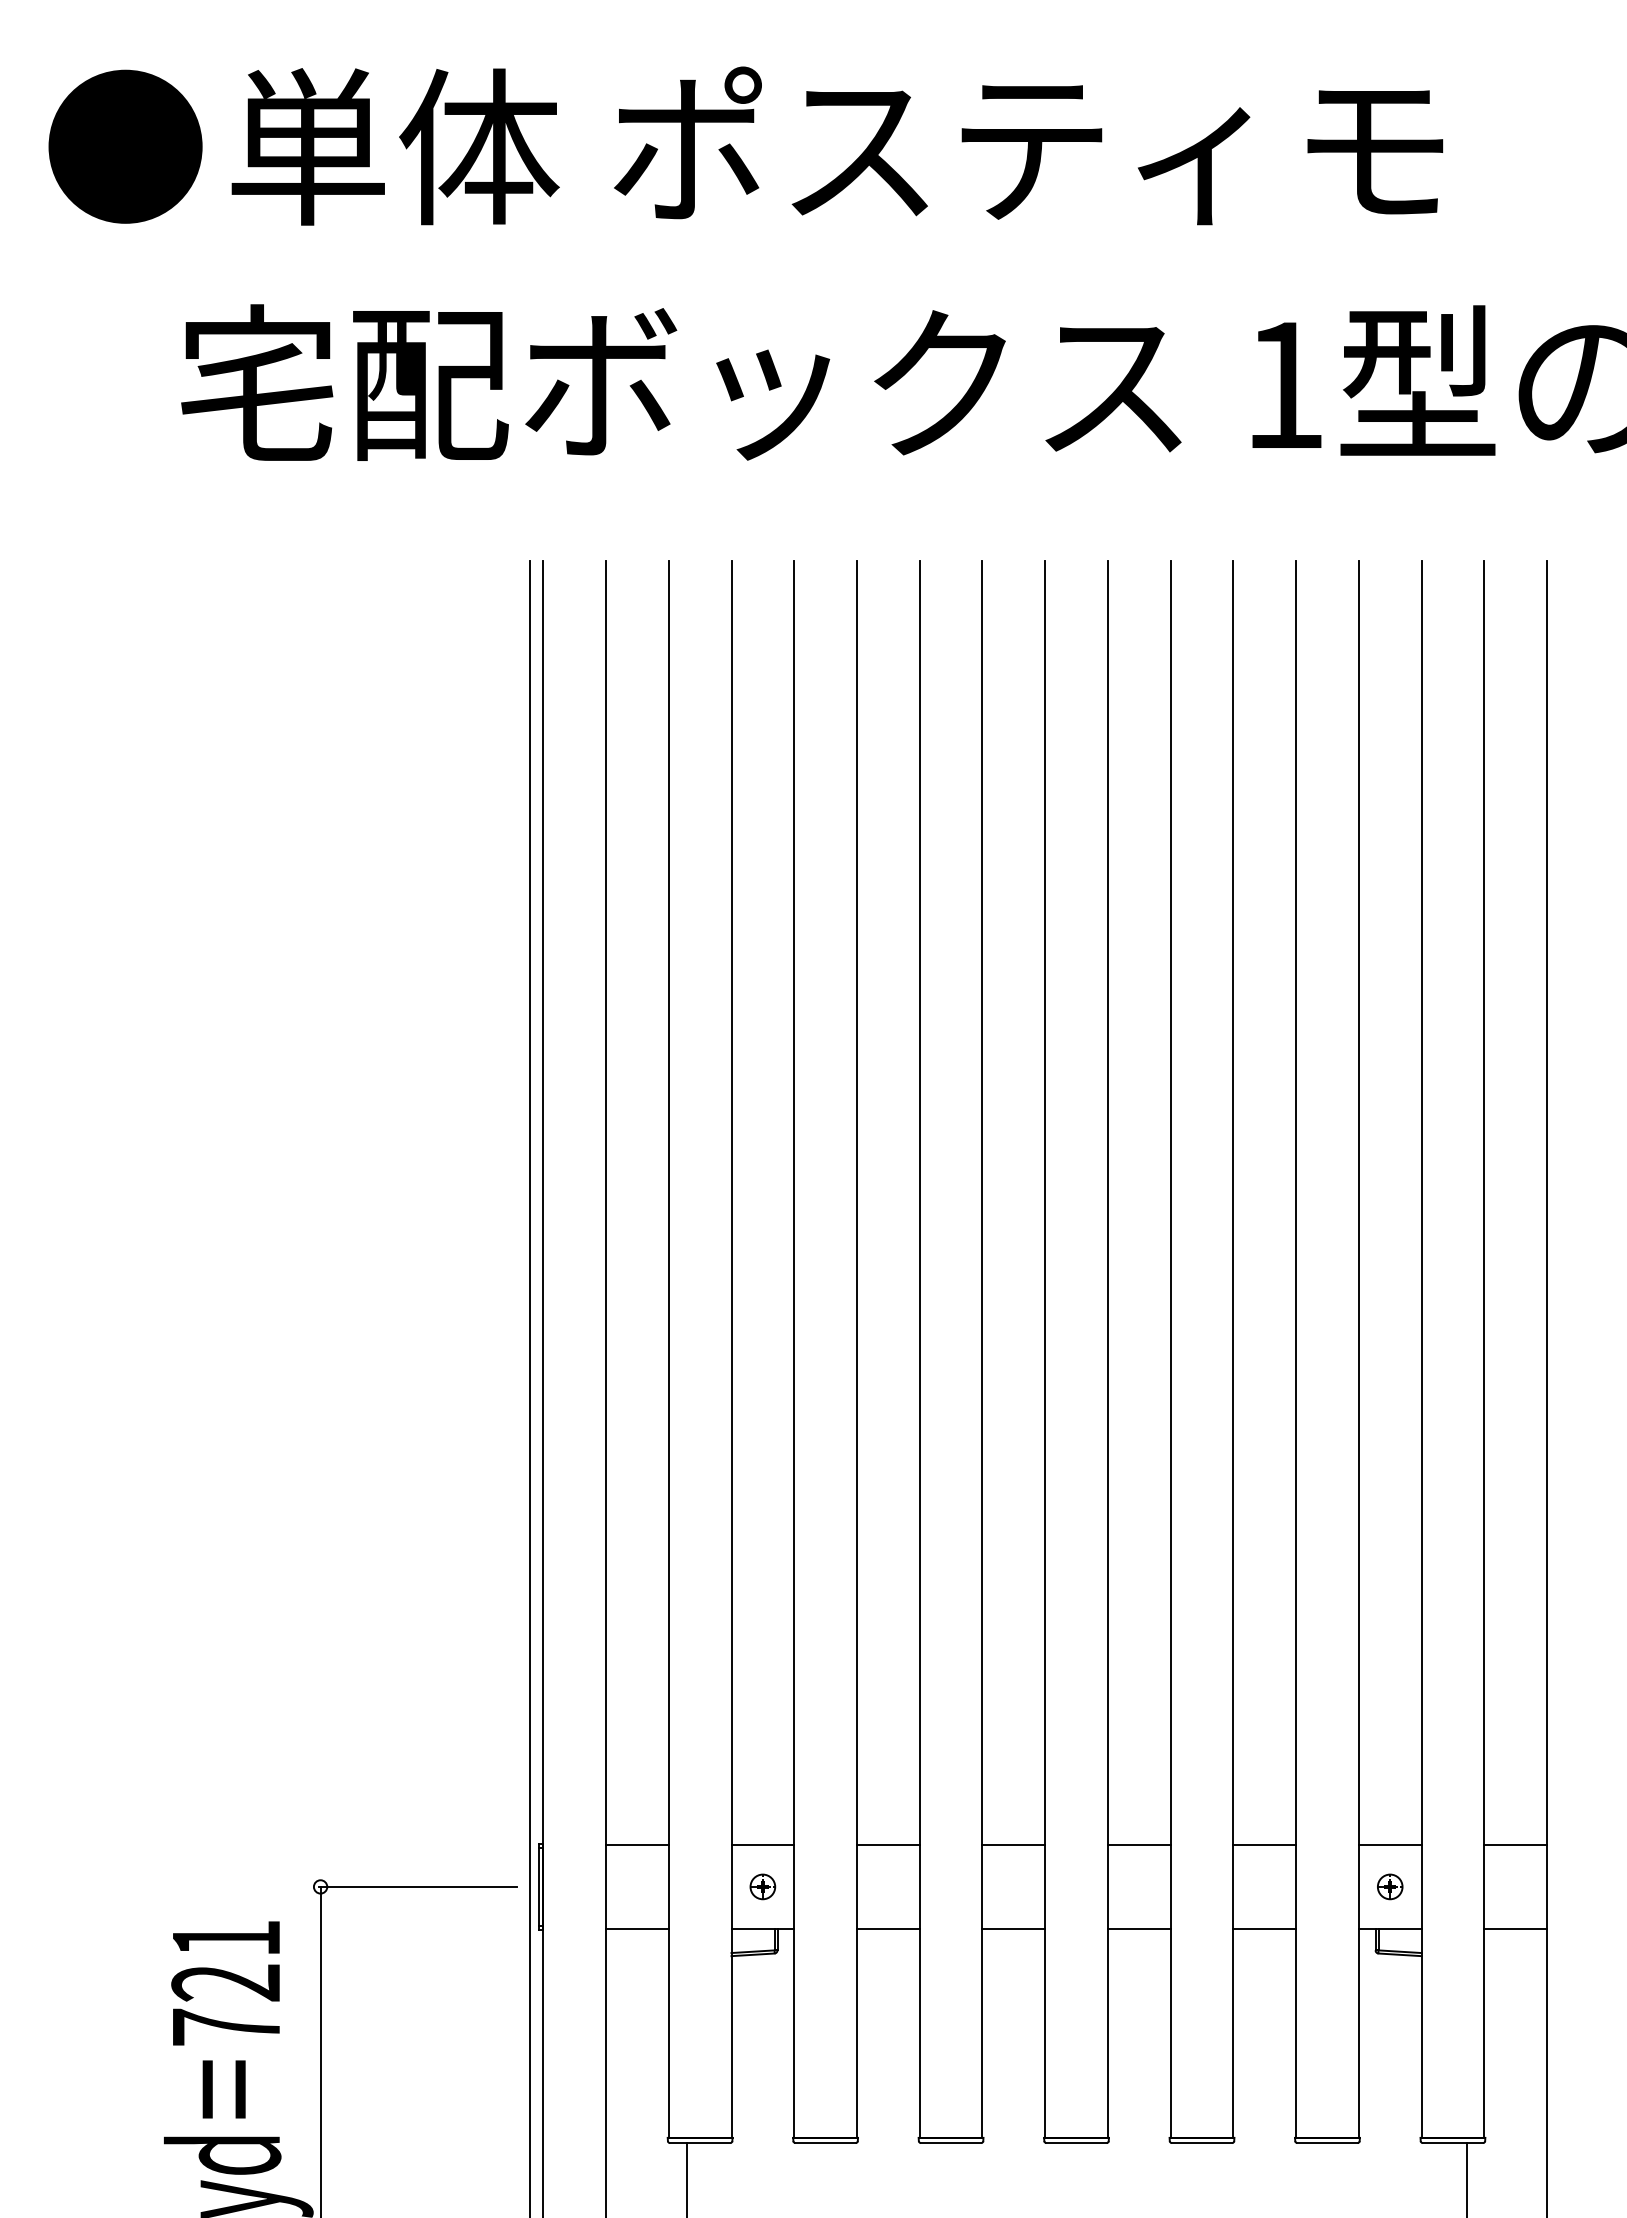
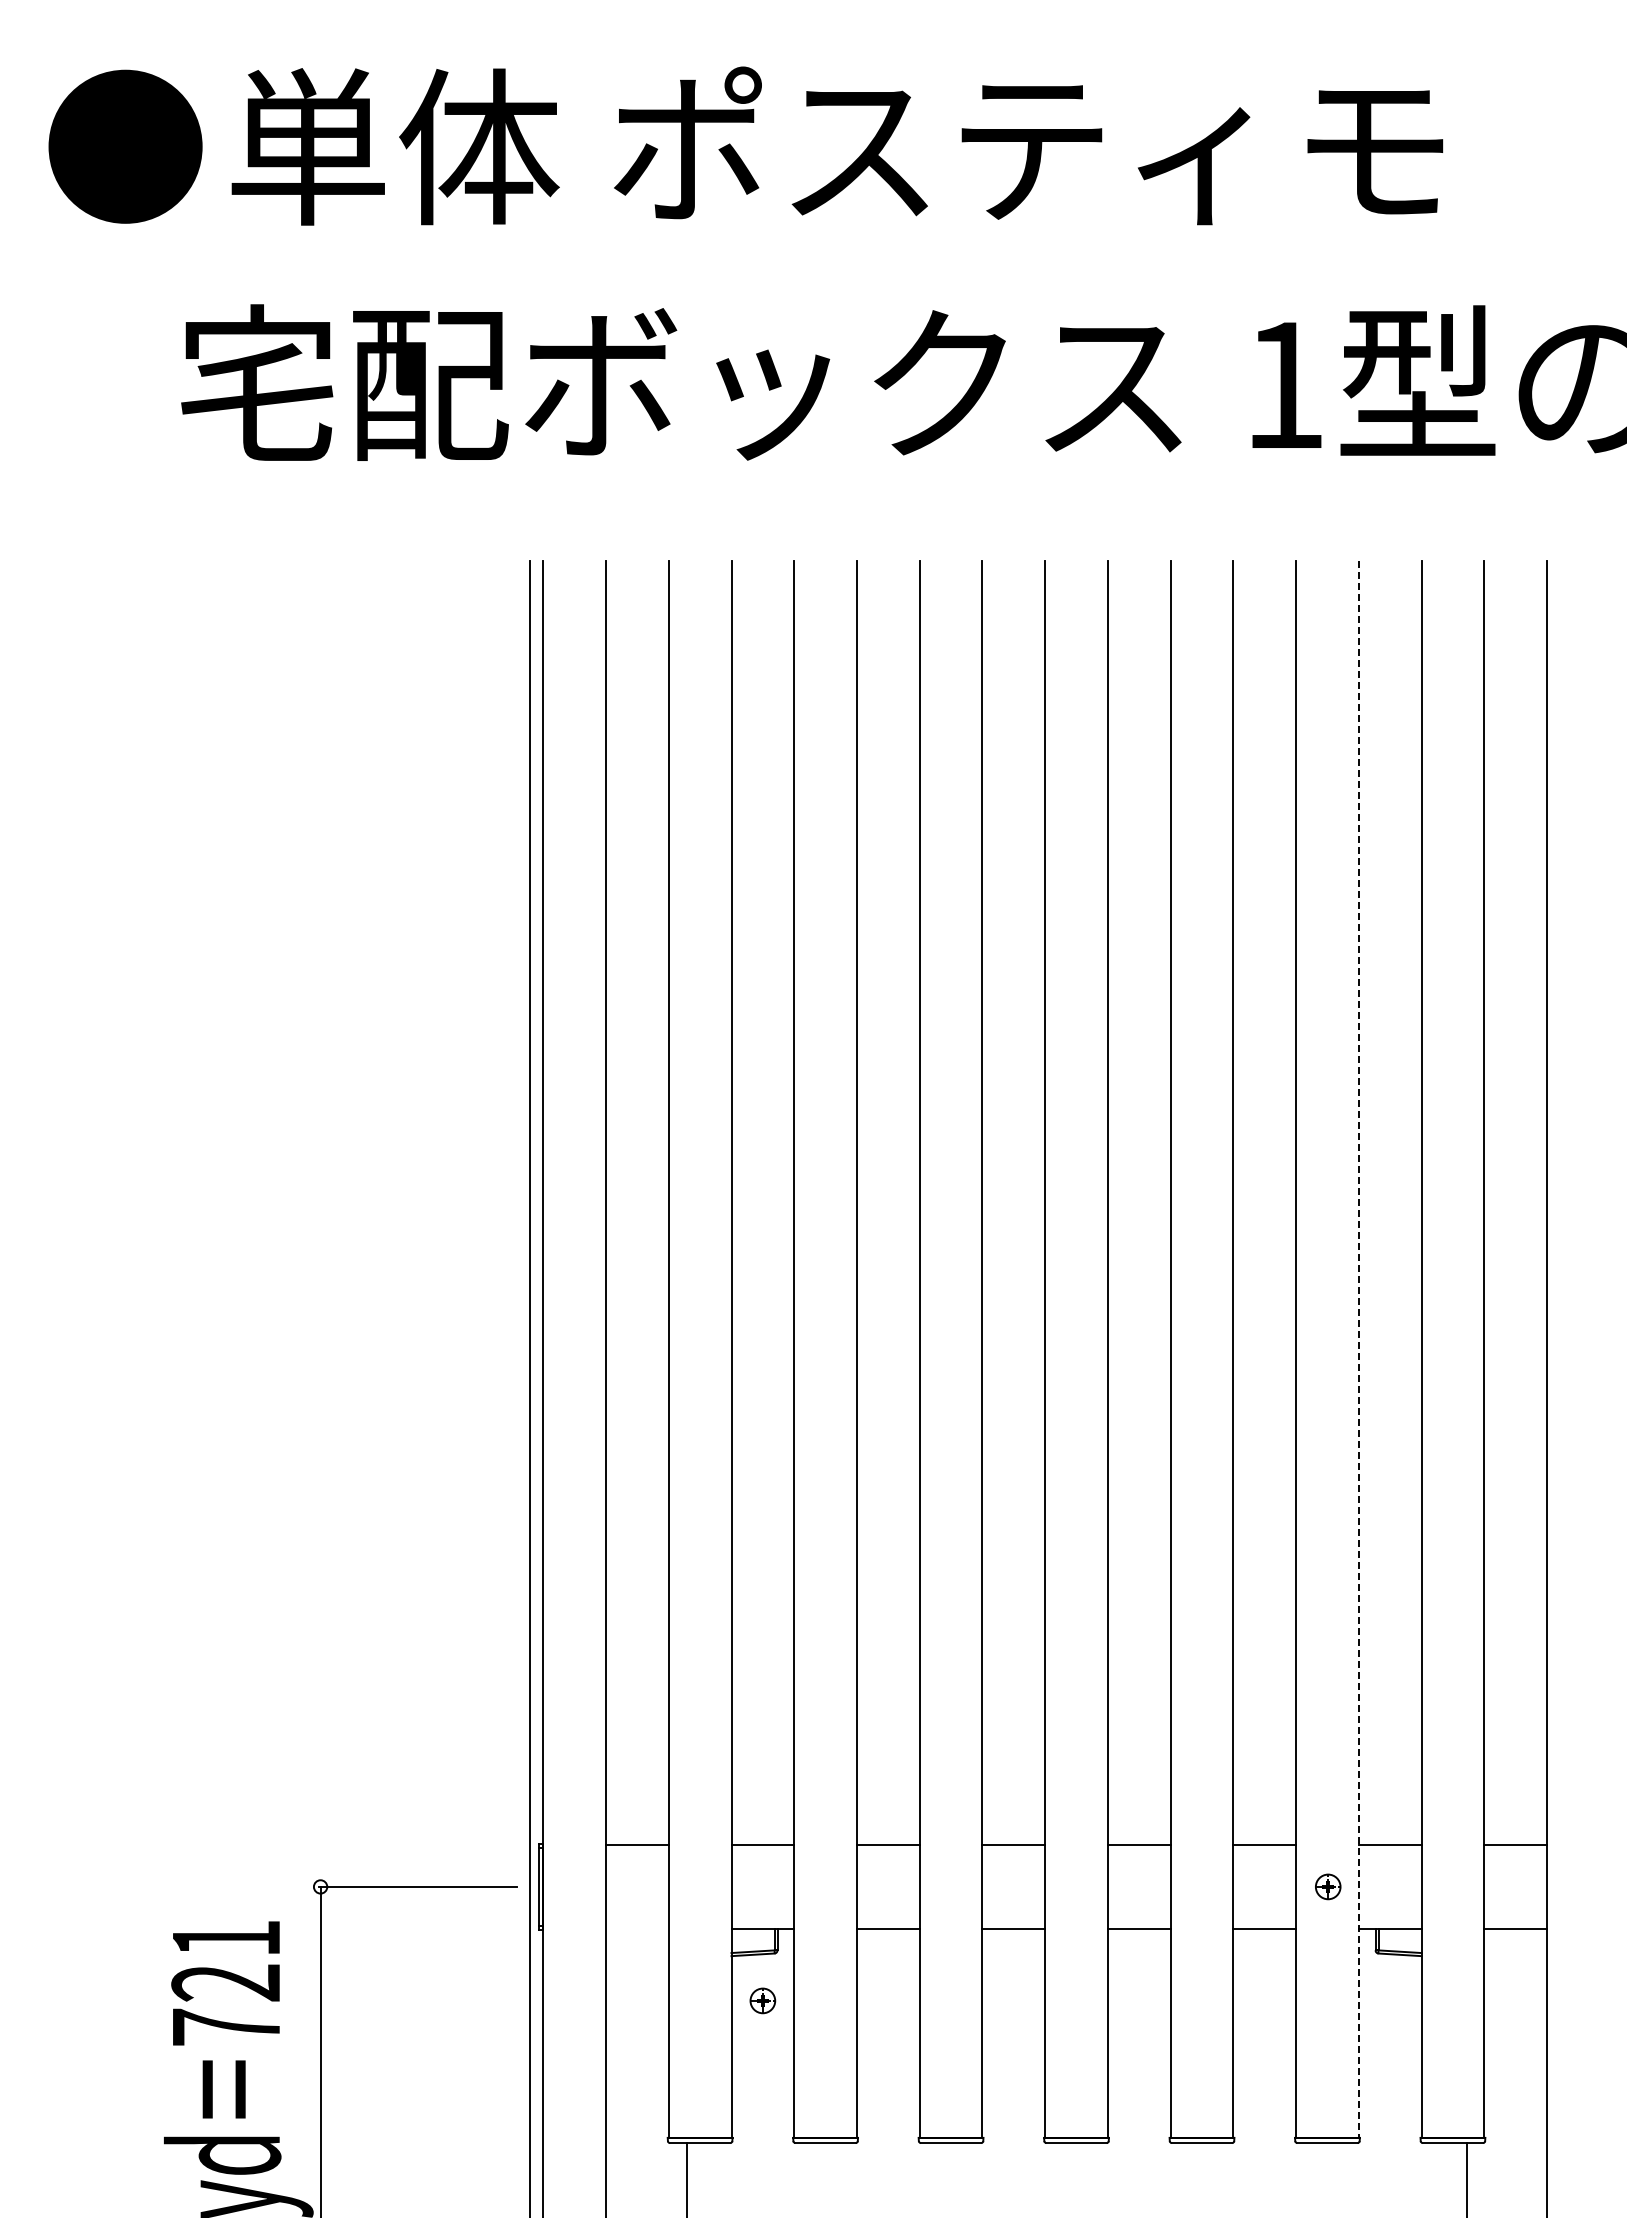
line at (1358, 1350): solid -> dashed
part at (762, 1886) position: (762, 1886) -> (762, 2000)
part at (1390, 1886) position: (1390, 1886) -> (1328, 1886)
line at (637, 1928): present -> none
